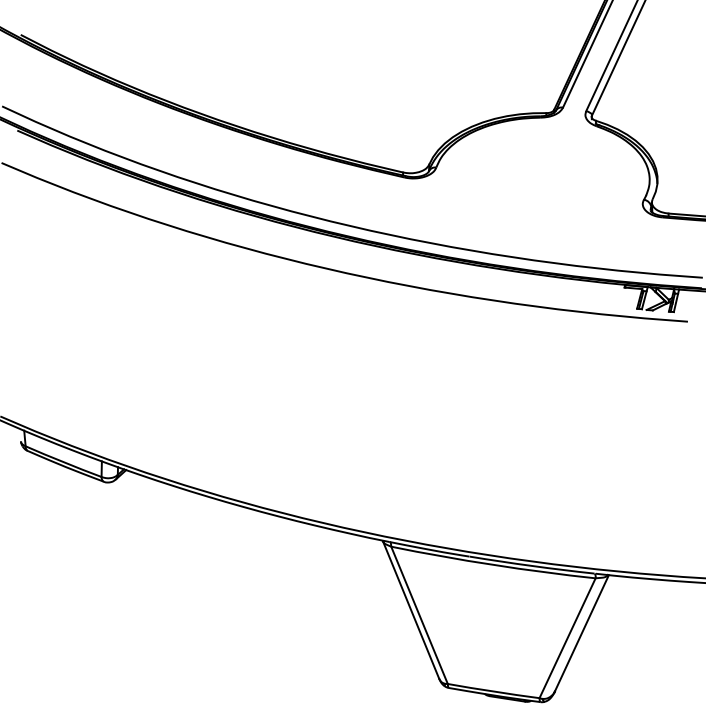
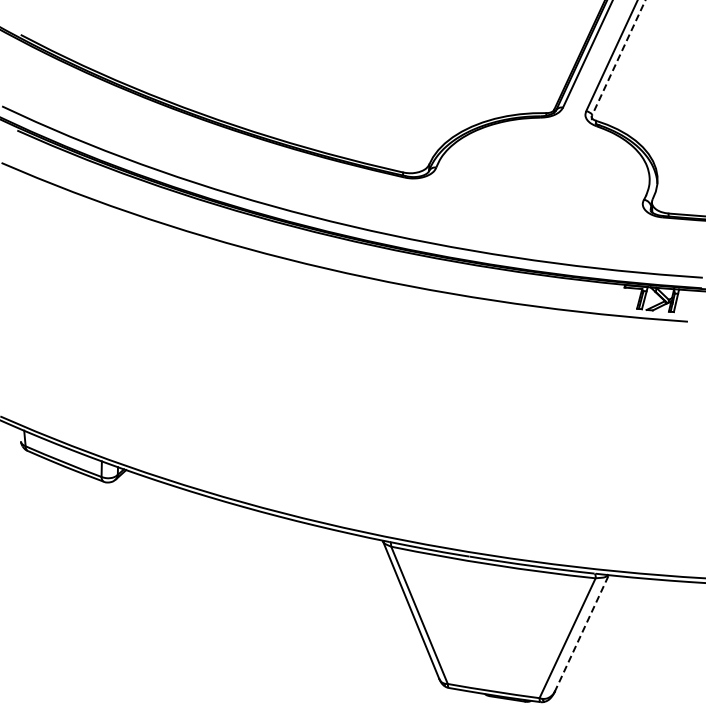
line at (618, 57): solid -> dashed
line at (581, 633): solid -> dashed
